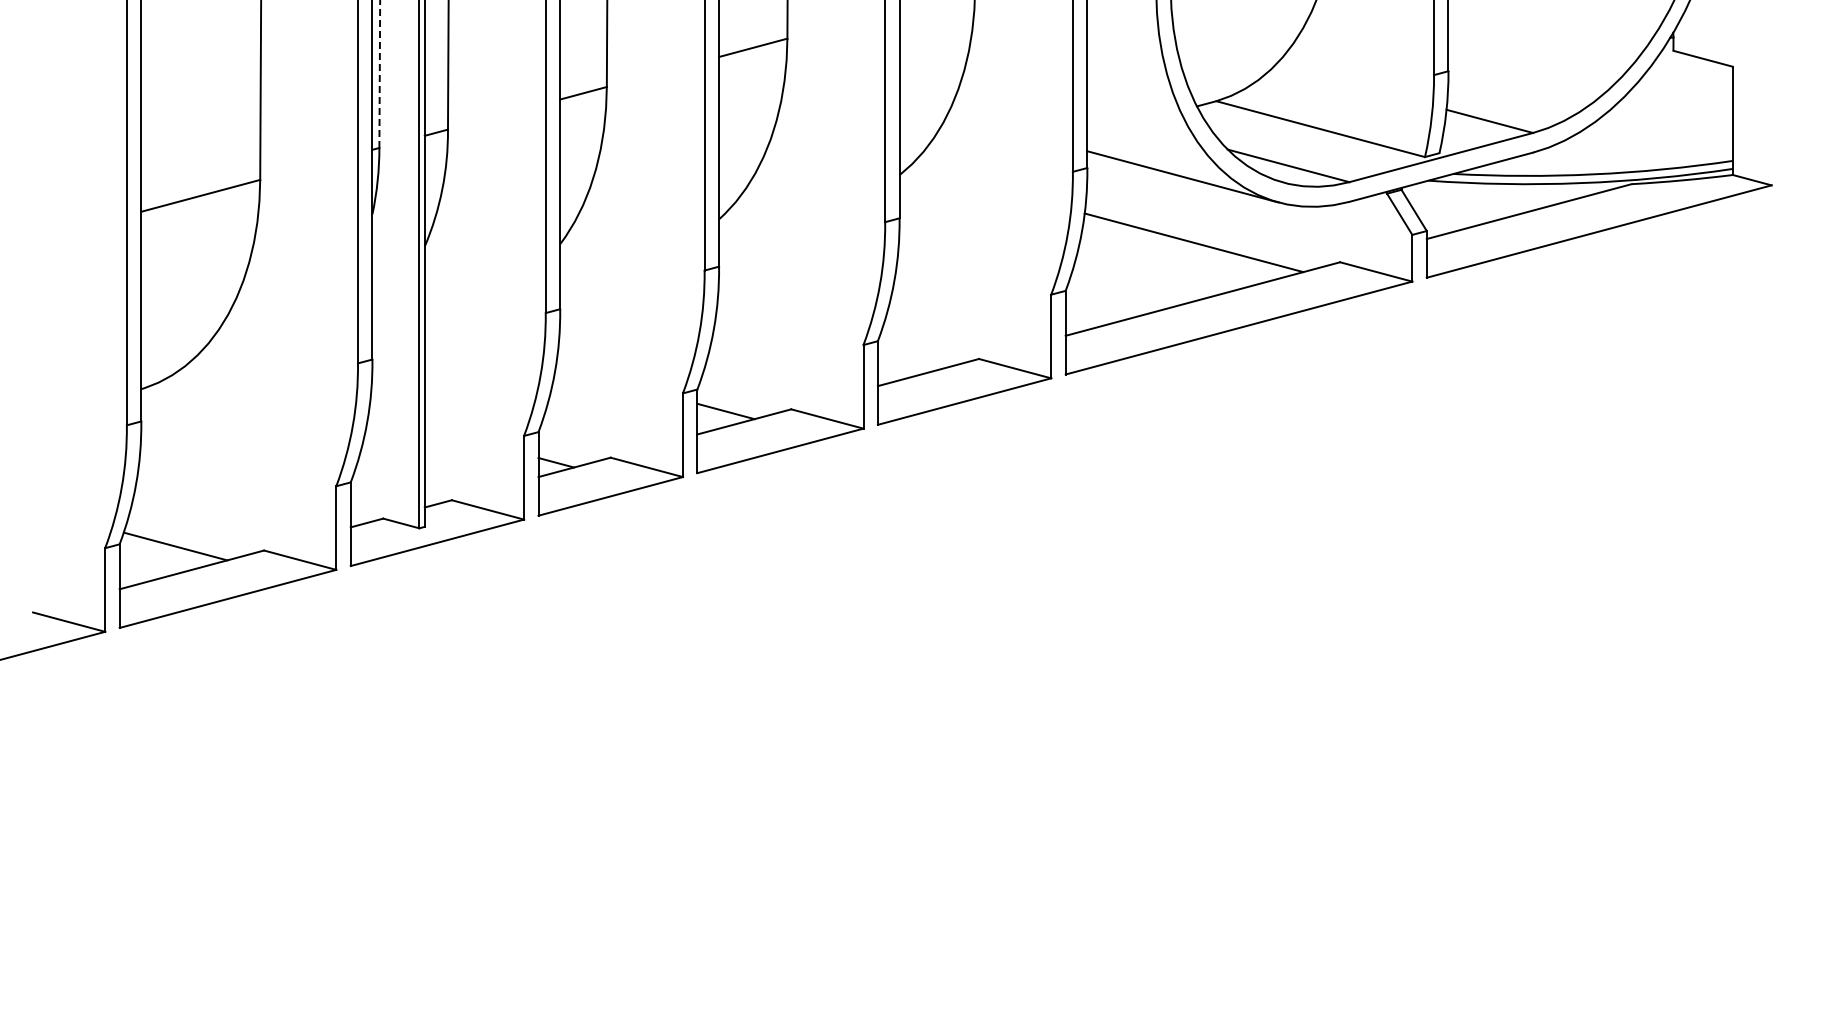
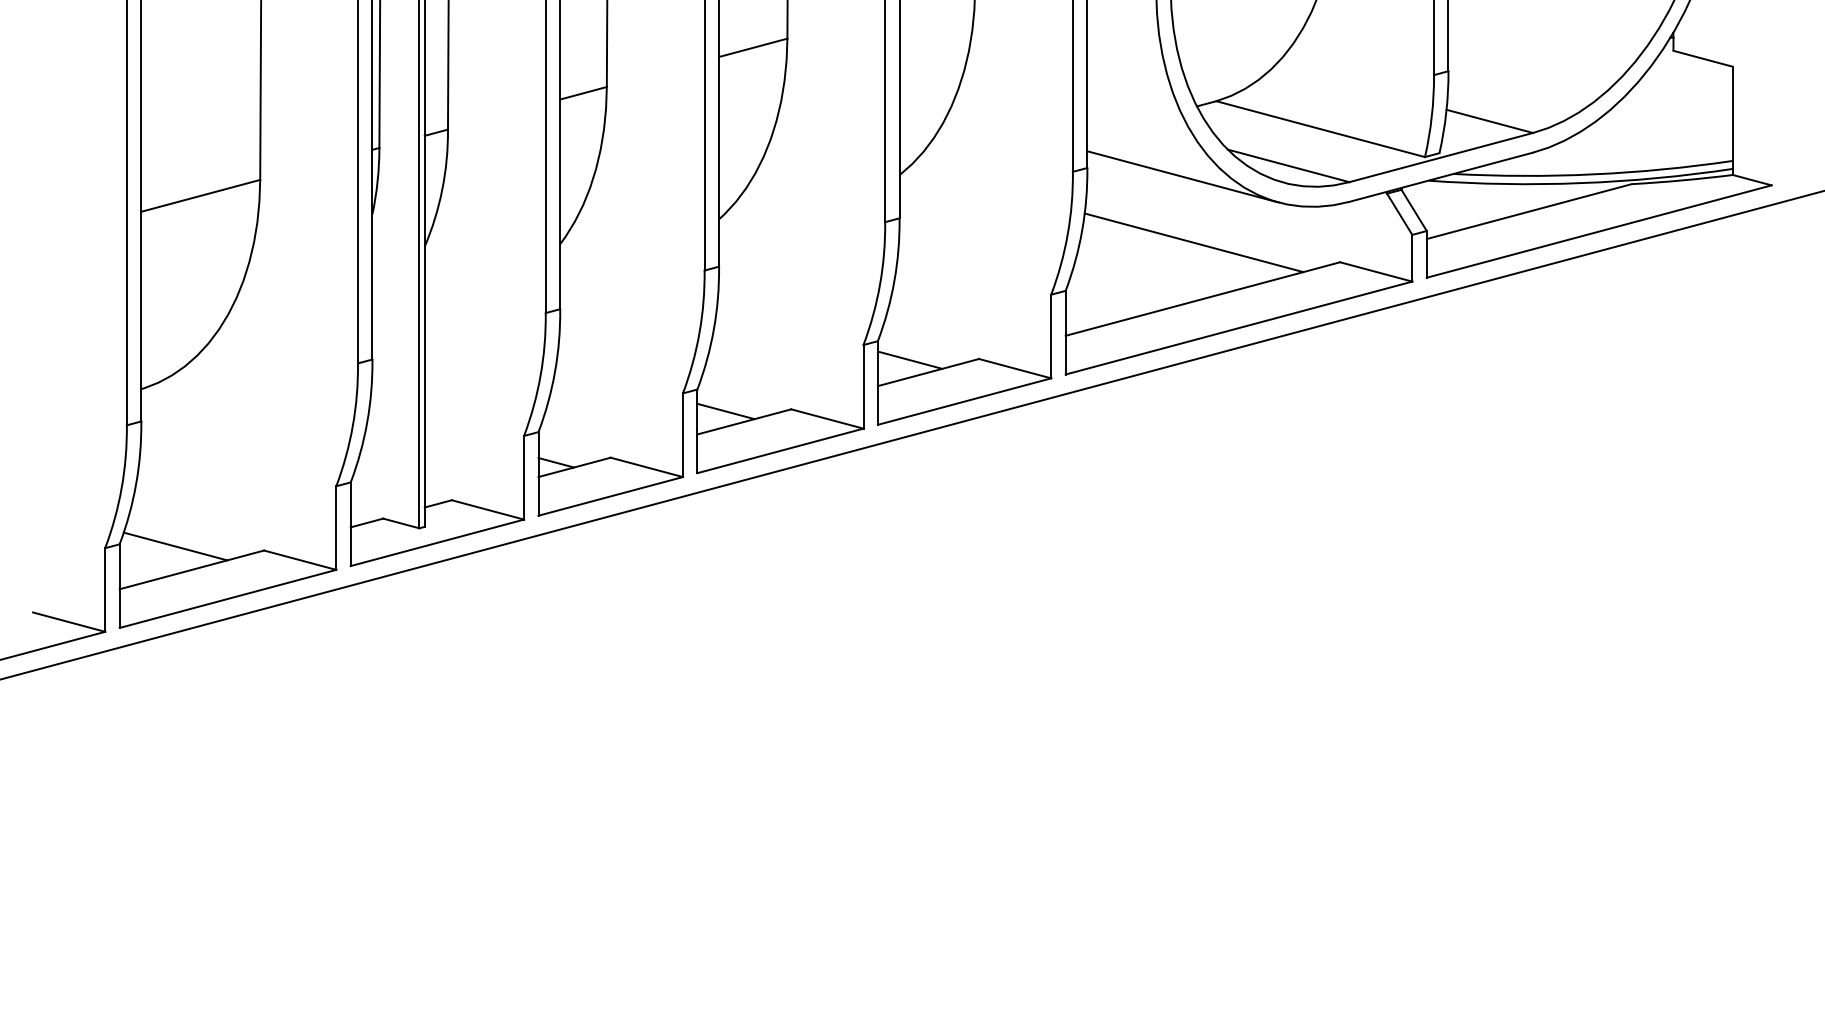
line at (379, 74): dashed -> solid
line at (909, 359): none -> present
line at (911, 435): none -> present
